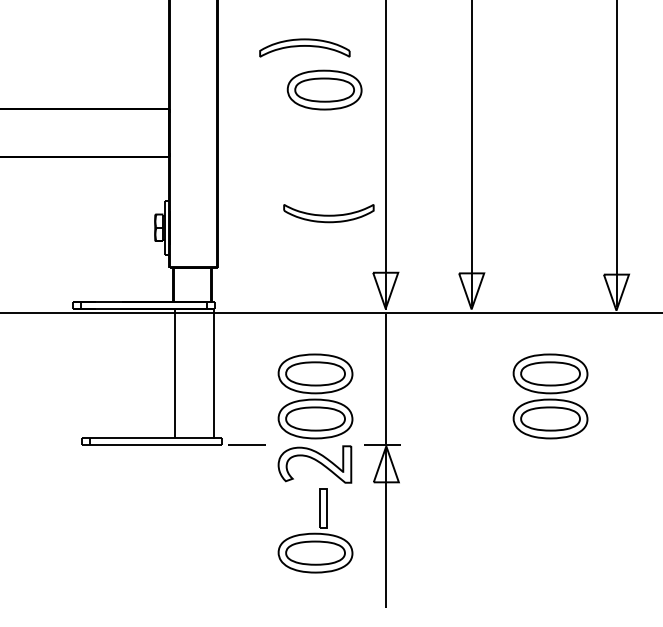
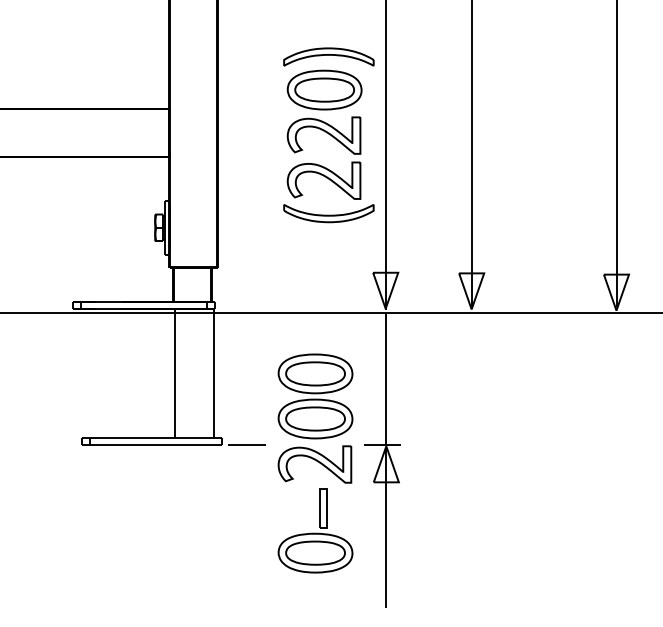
part at (304, 47) position: (304, 47) -> (328, 56)
part at (319, 164): none -> present
part at (550, 396): present -> none
